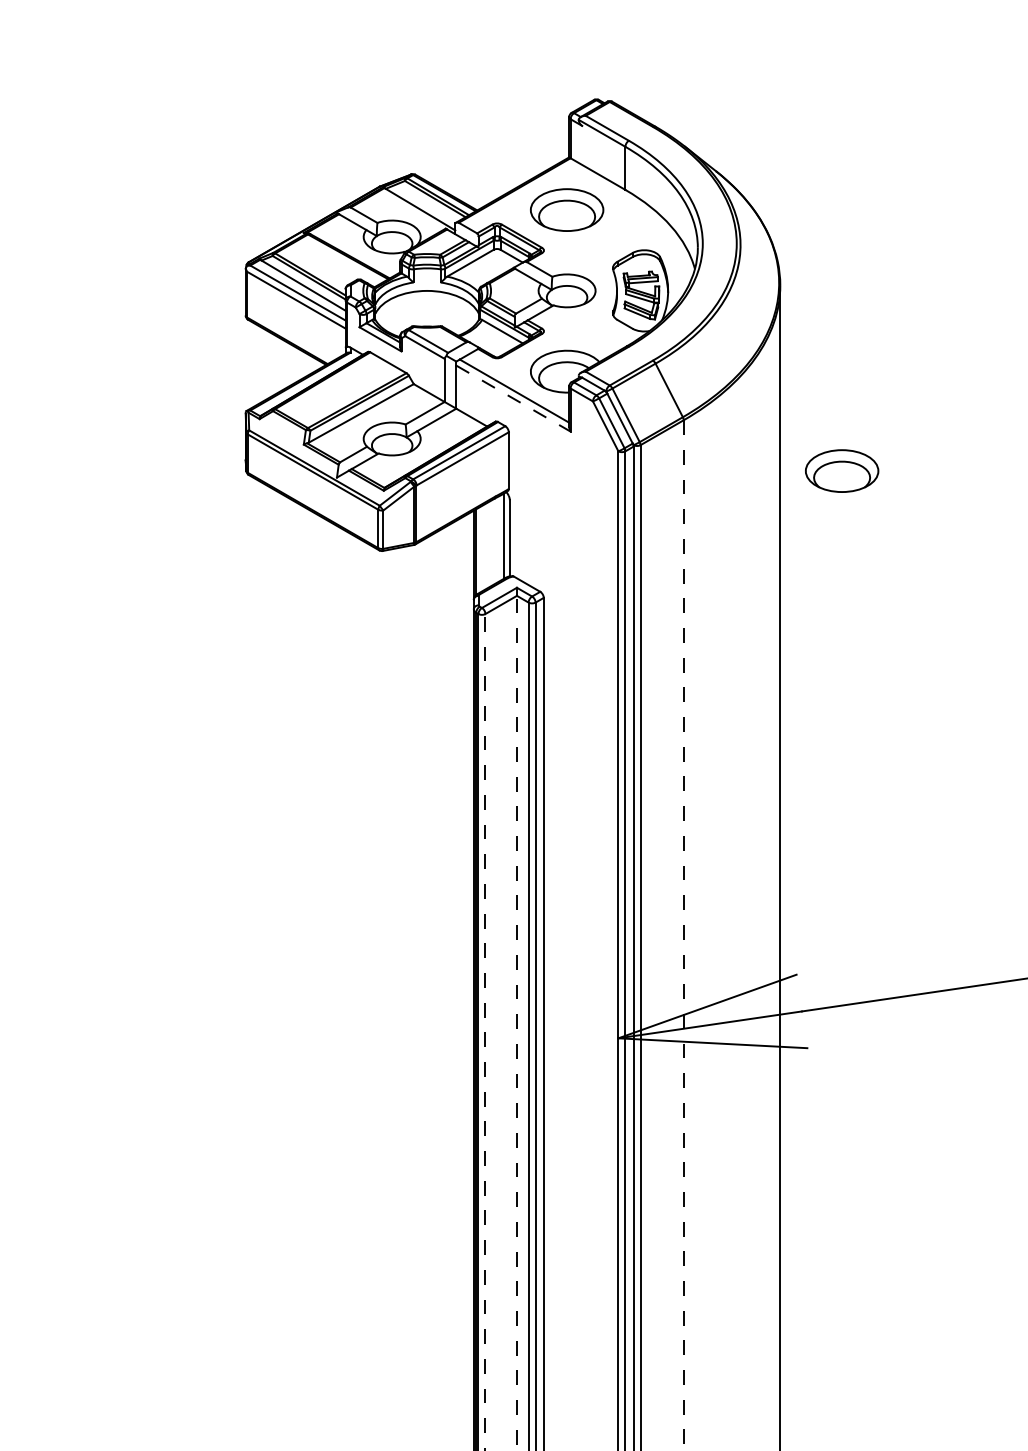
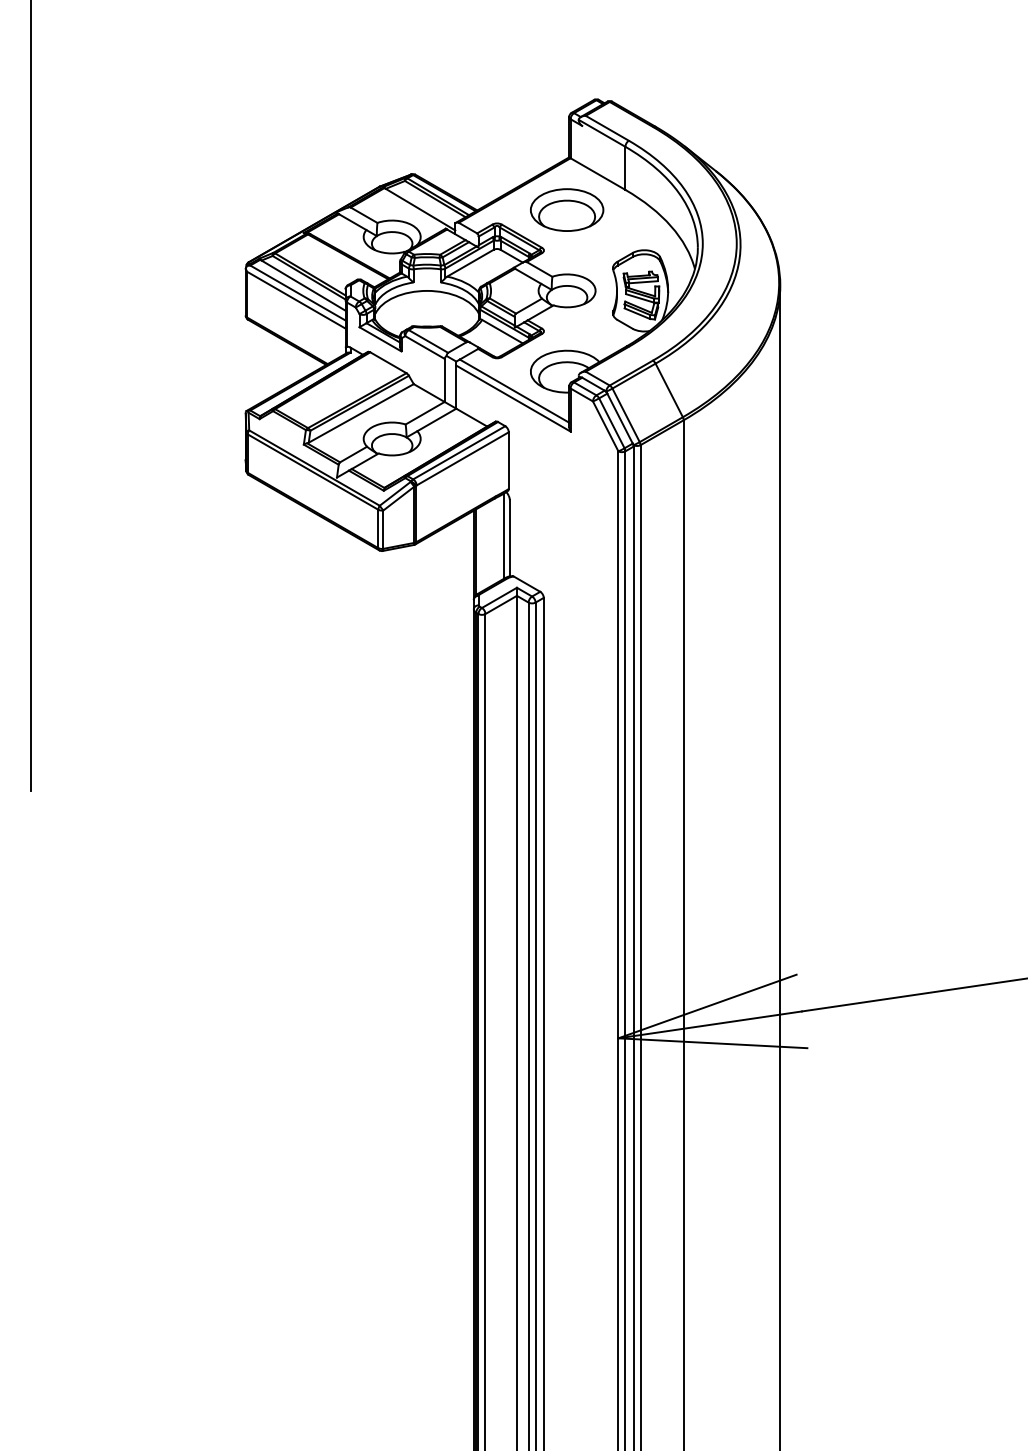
line at (30, 396): none -> present
line at (513, 398): dashed -> solid
part at (842, 470): present -> none
line at (683, 935): dashed -> solid
line at (516, 1022): dashed -> solid
line at (485, 1031): dashed -> solid
